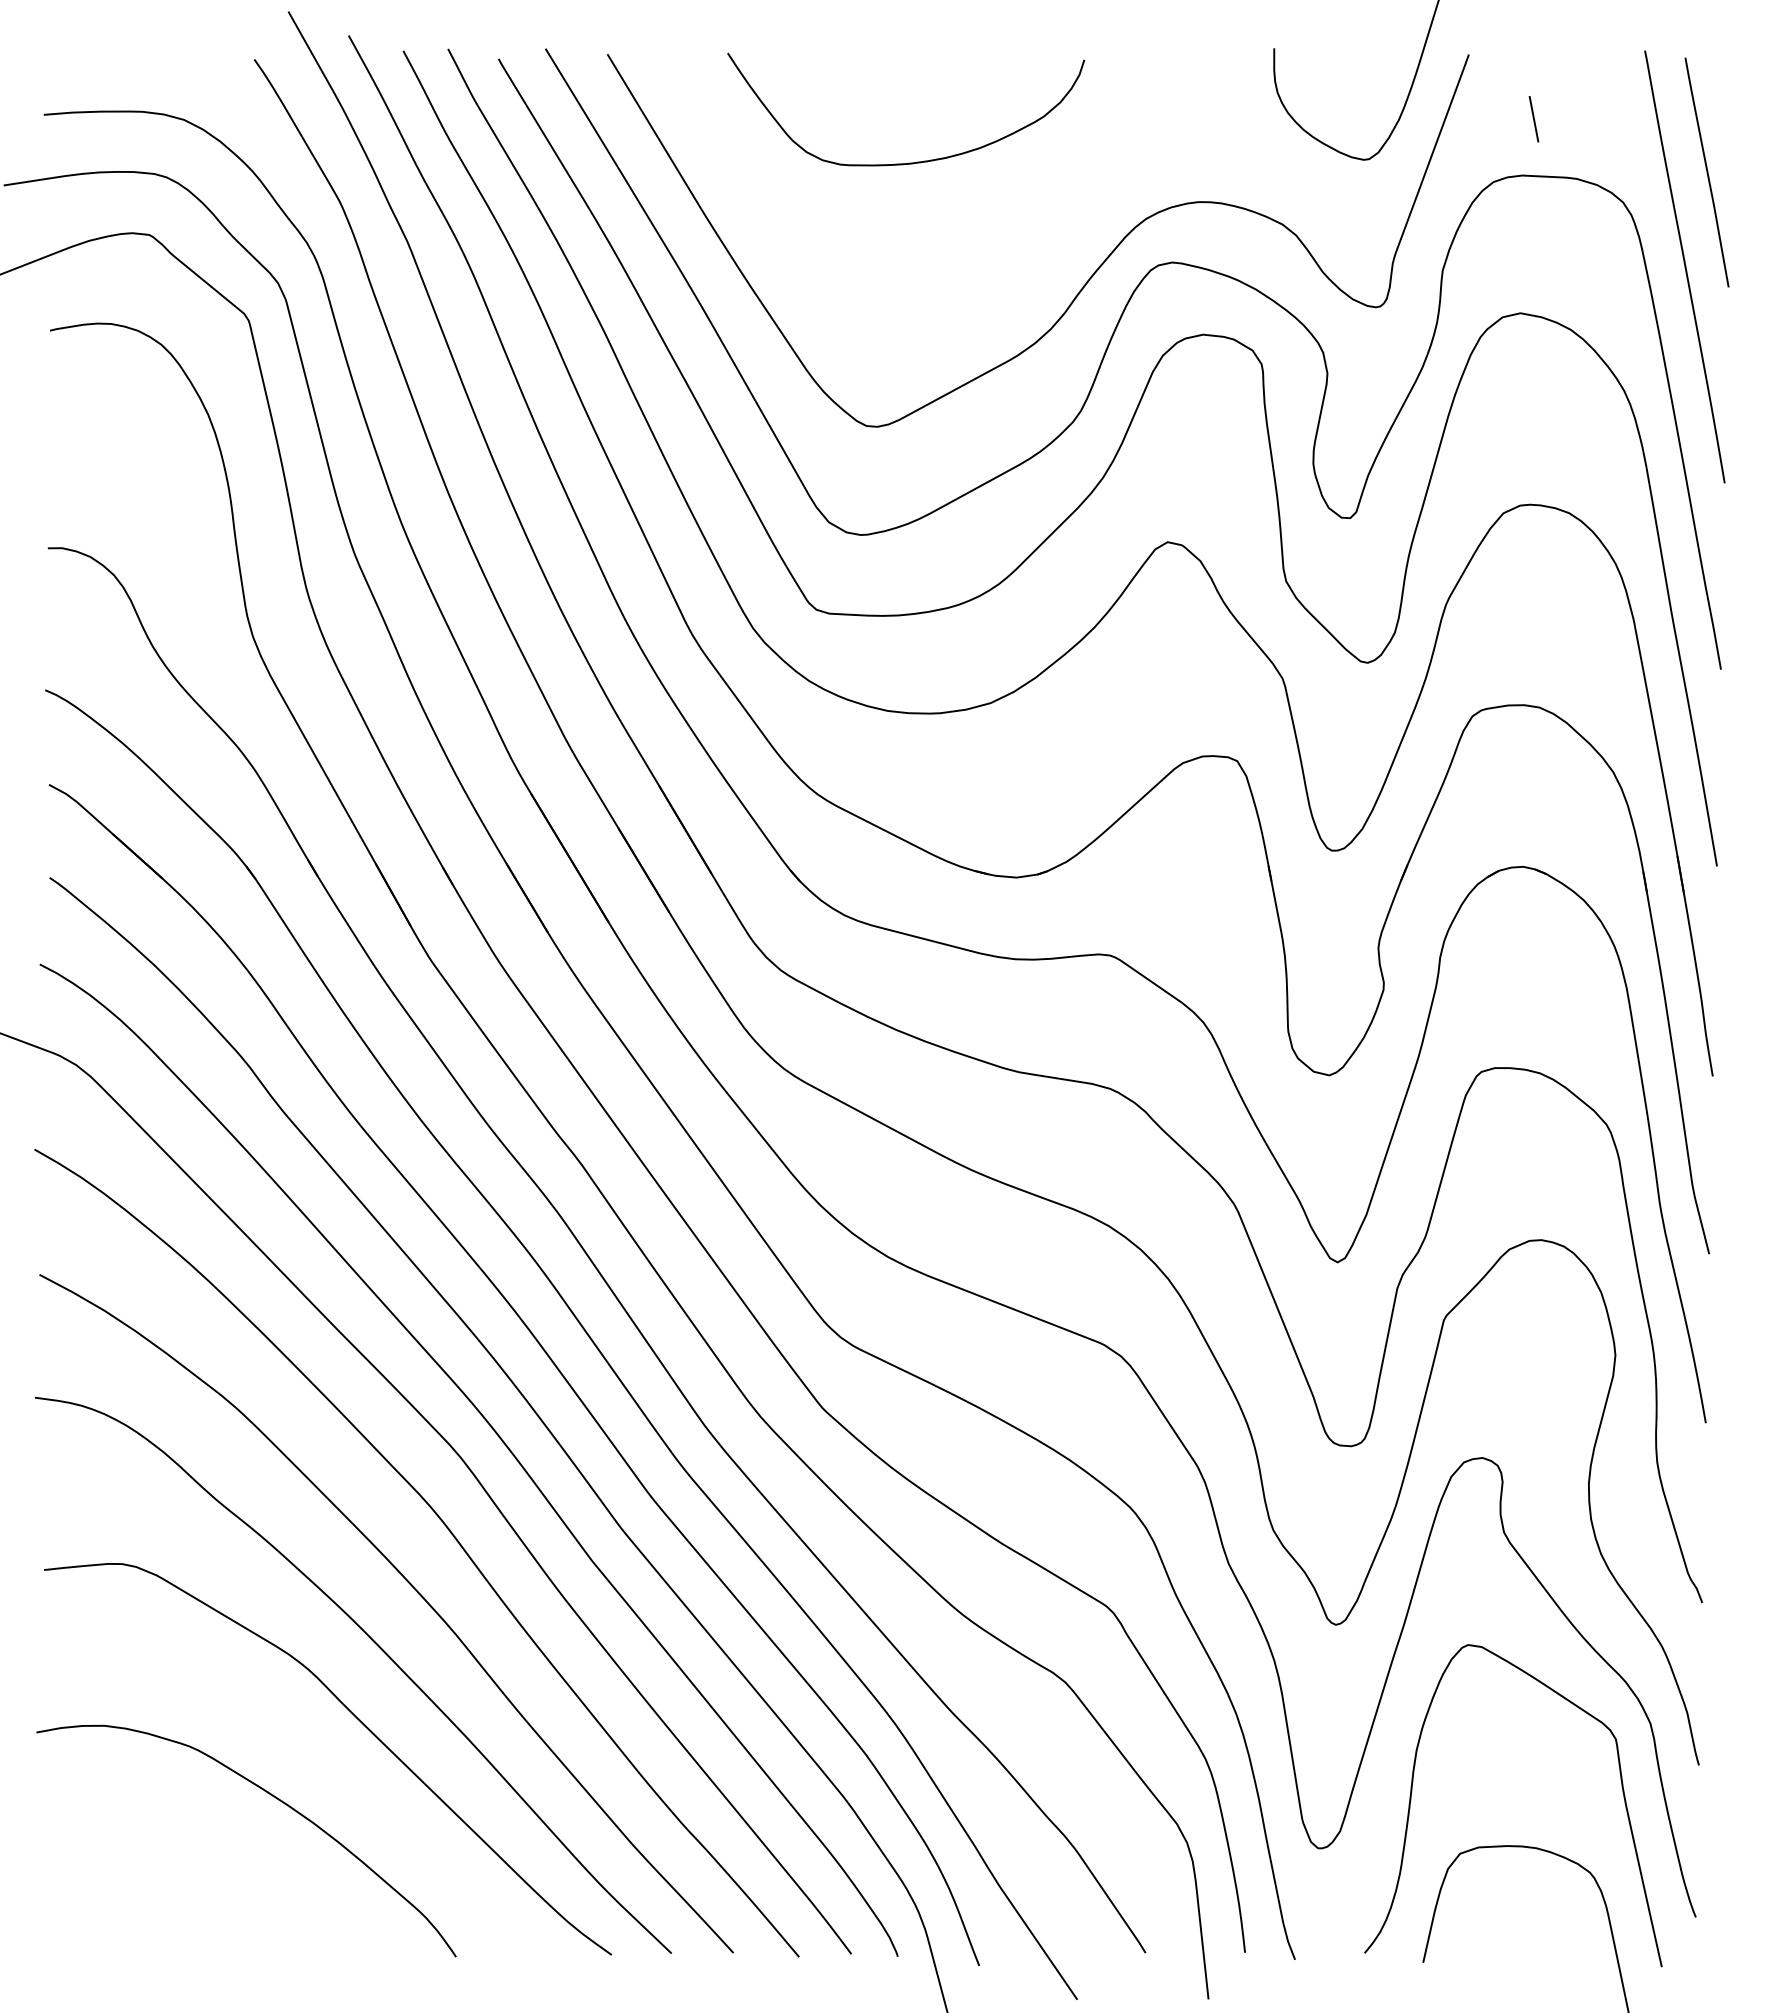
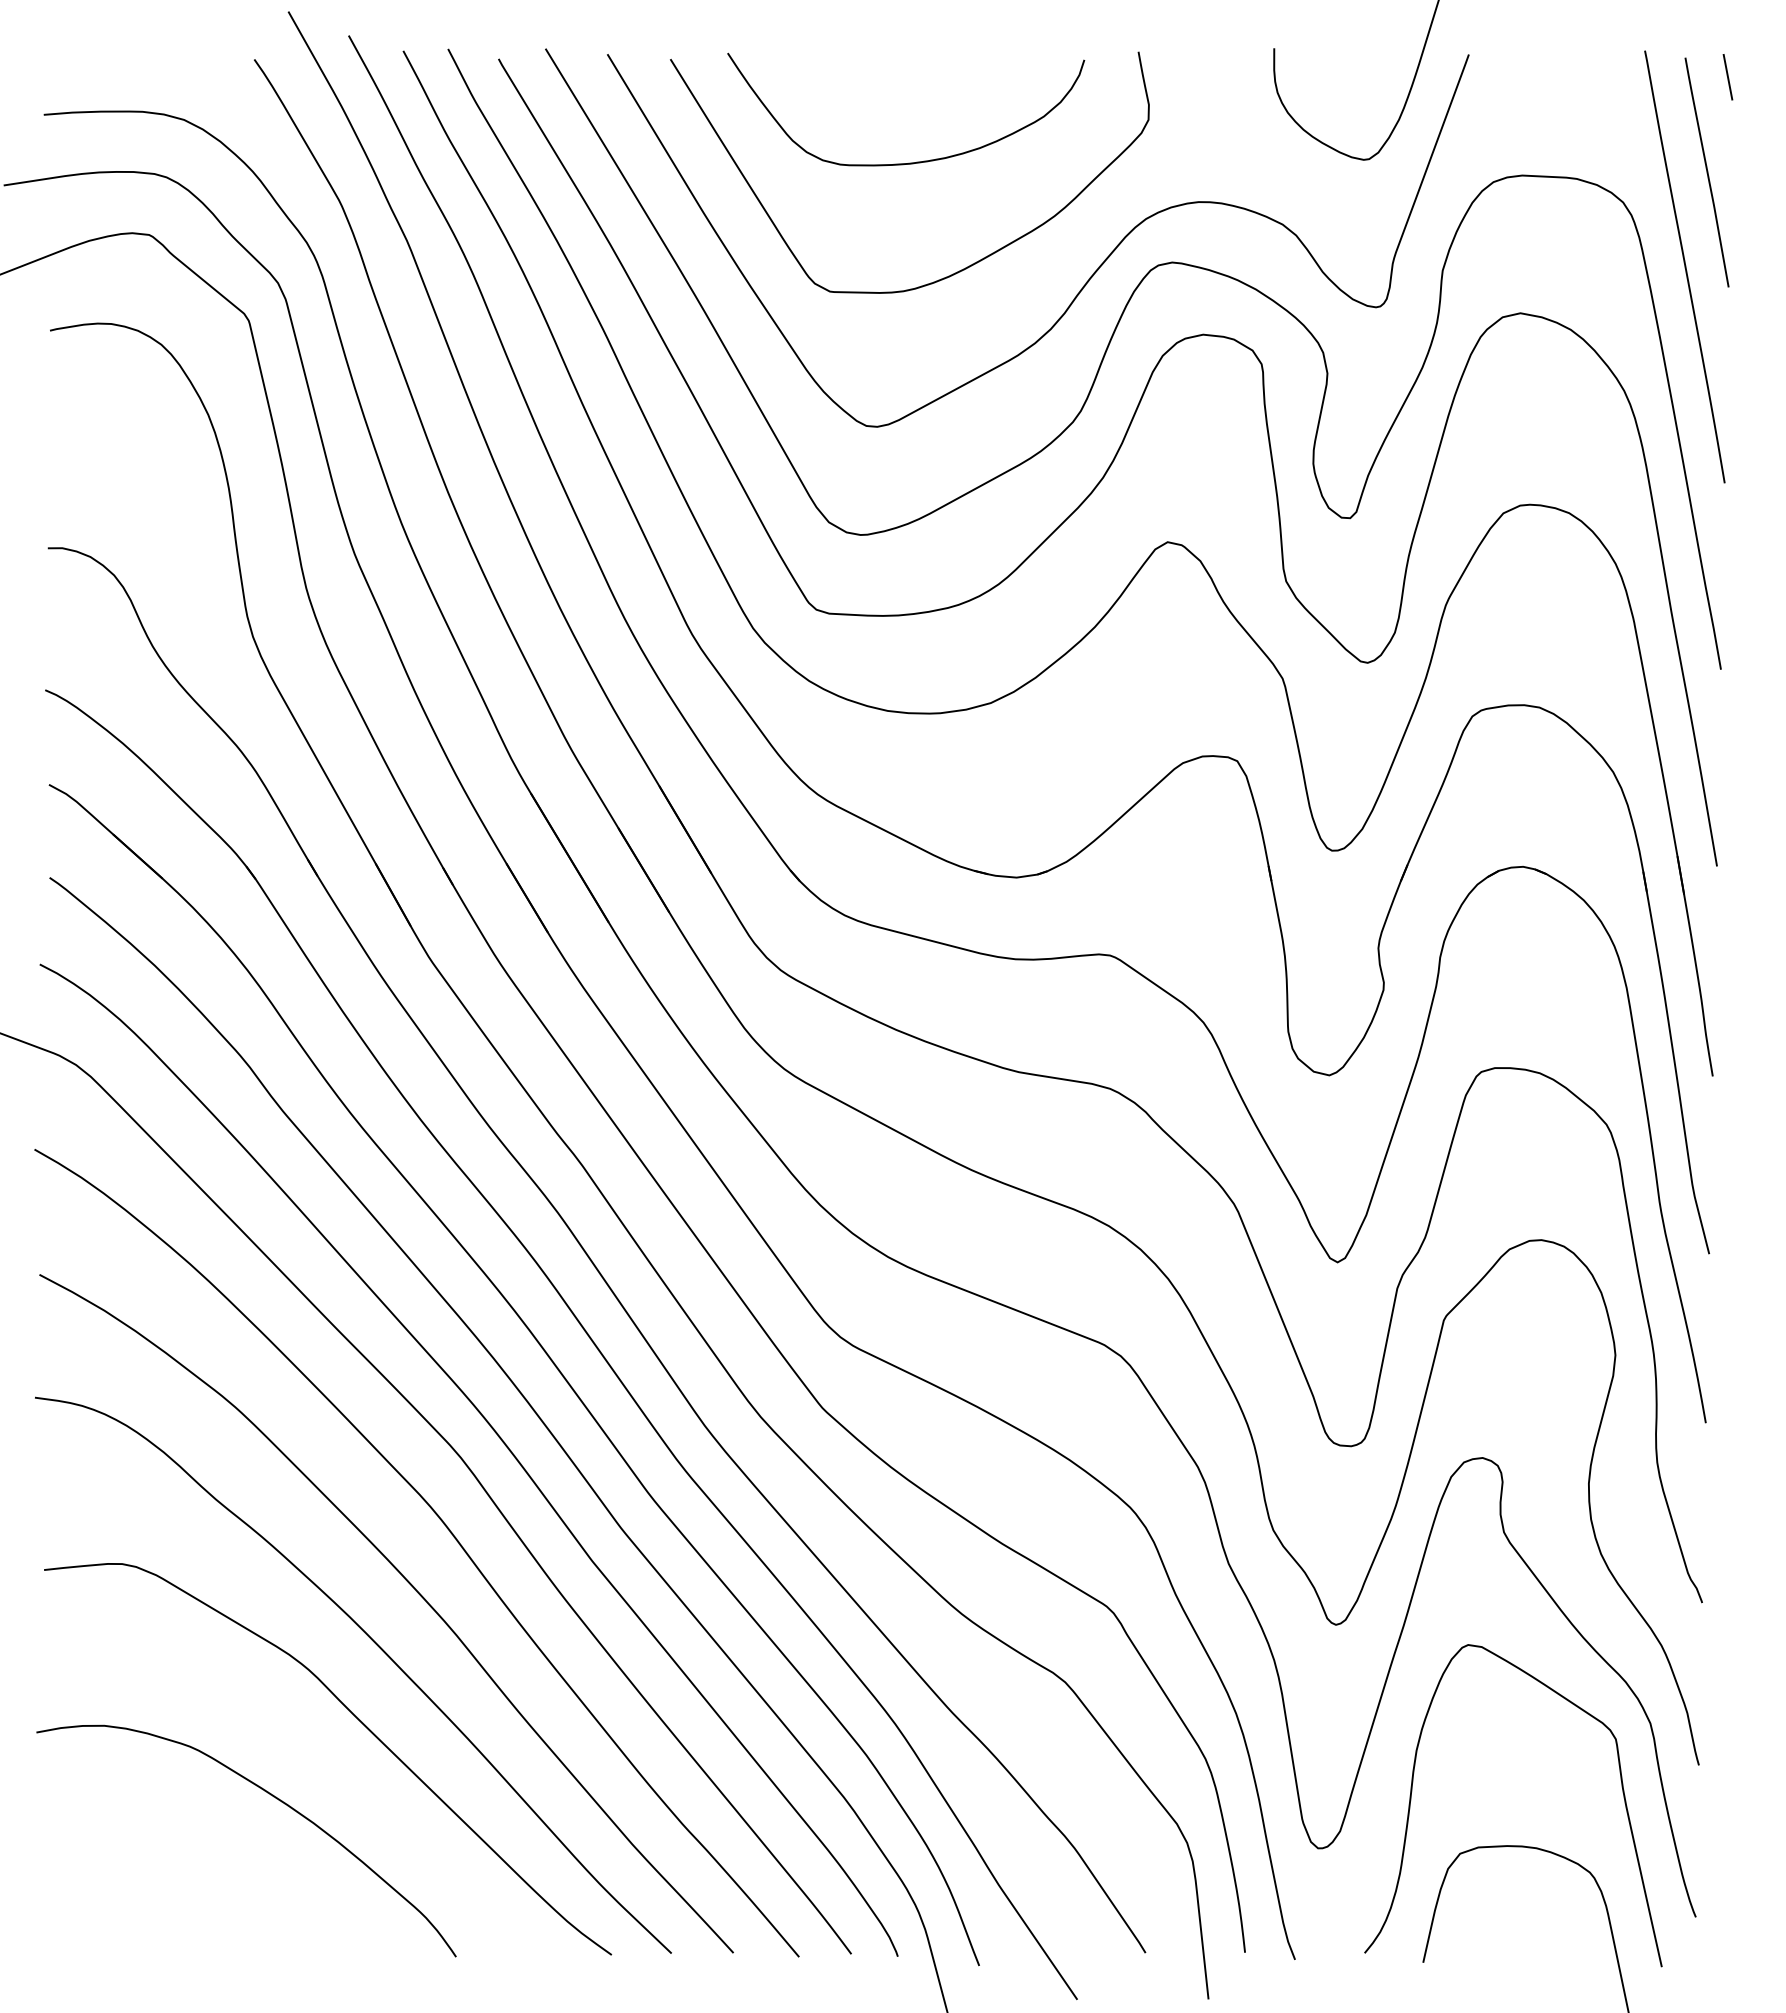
line at (1533, 119) position: (1533, 119) -> (1727, 77)
curve at (950, 274): none -> present
